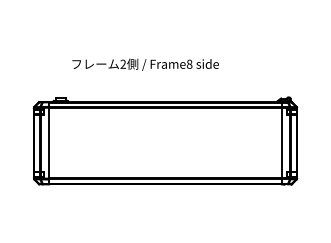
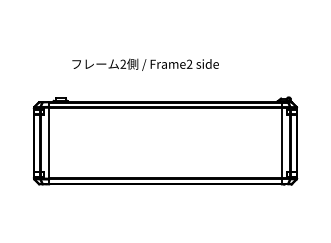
text at (189, 63): Frame8 -> Frame2
